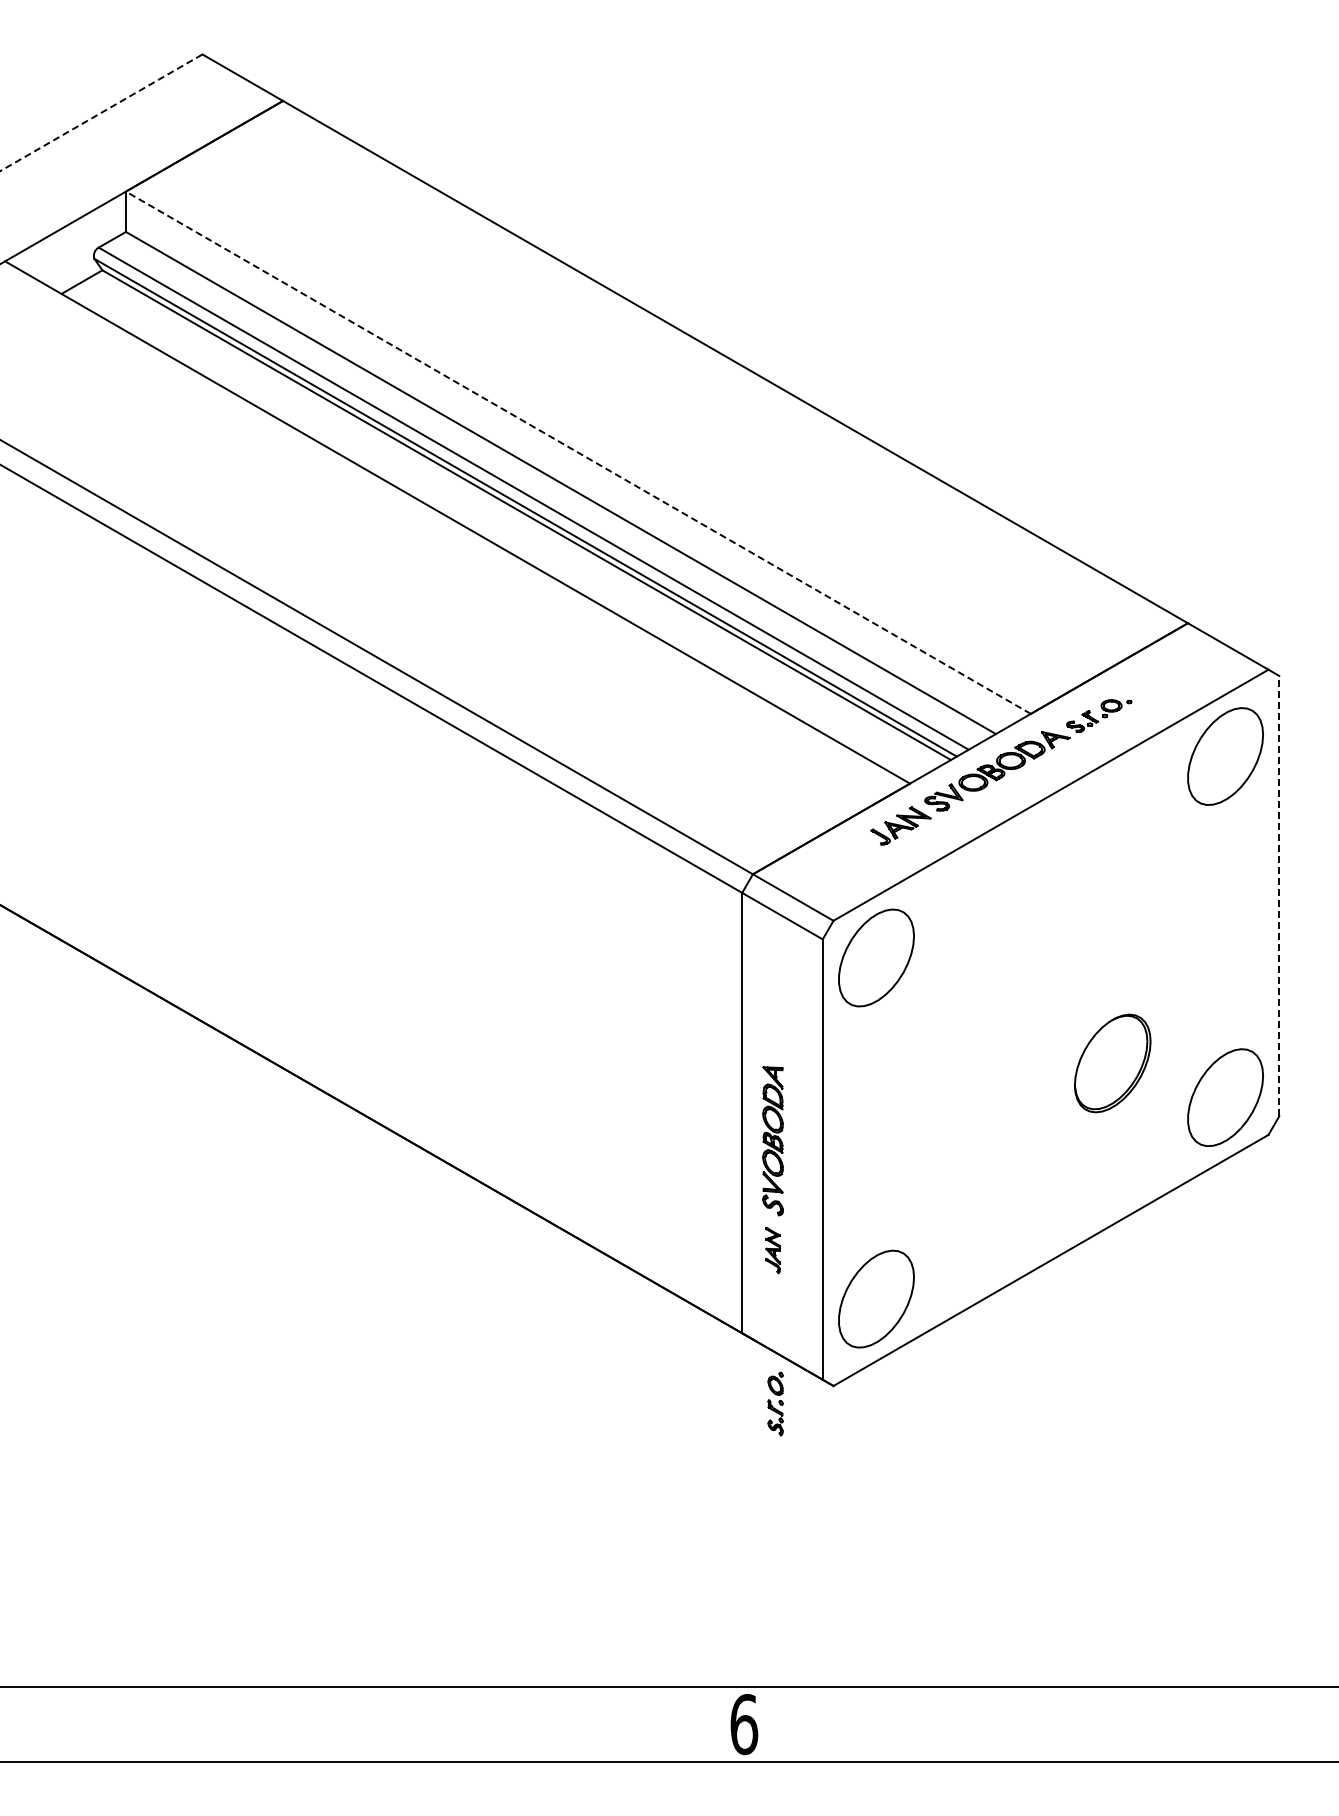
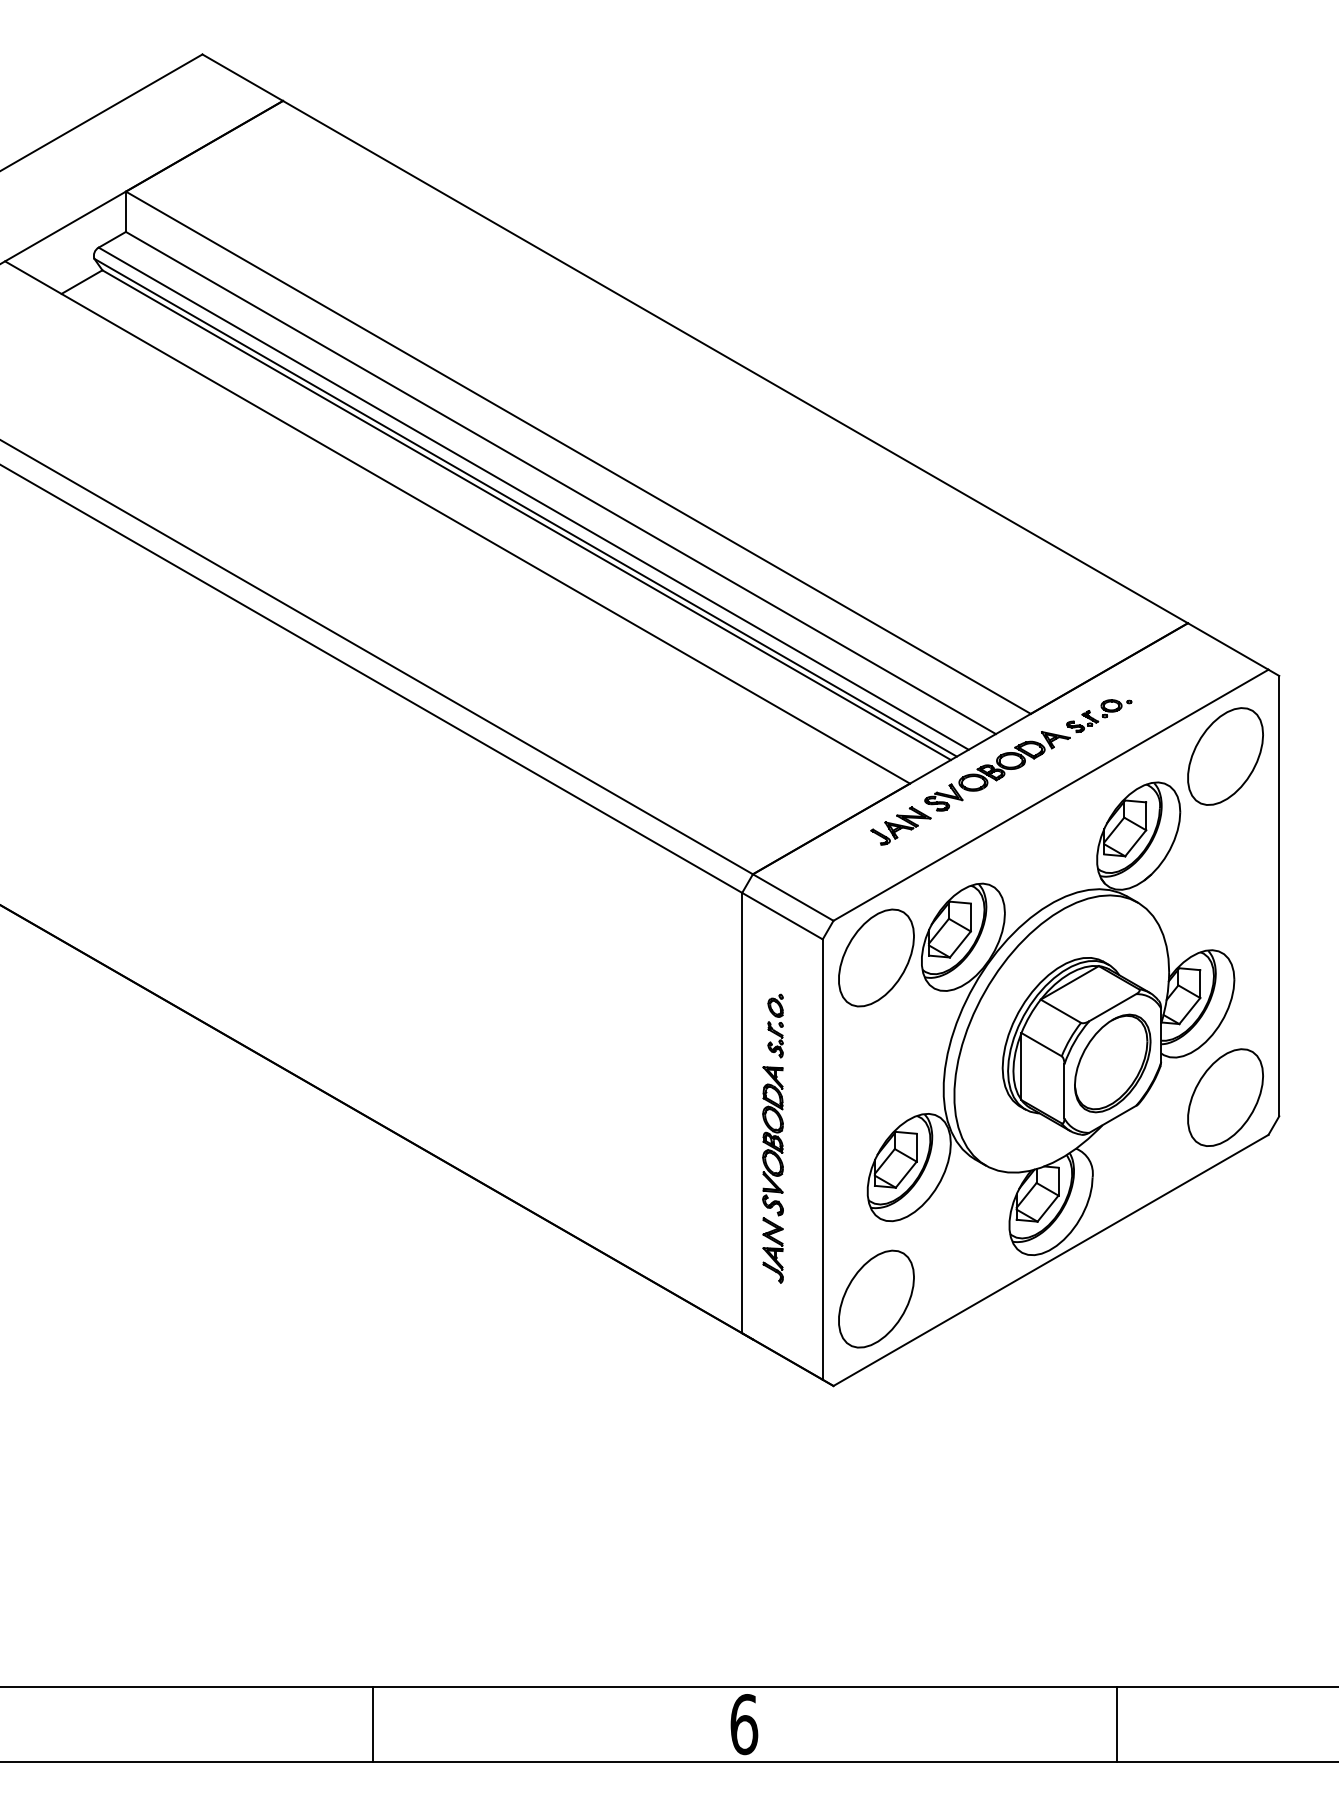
line at (101, 112): dashed -> solid
line at (577, 452): dashed -> solid
line at (1279, 895): dashed -> solid
part at (1050, 1018): none -> present
part at (772, 1250) size: 16x49 px -> 22x67 px
part at (775, 1403) position: (775, 1403) -> (775, 1025)
line at (372, 1724): none -> present
line at (1117, 1724): none -> present
